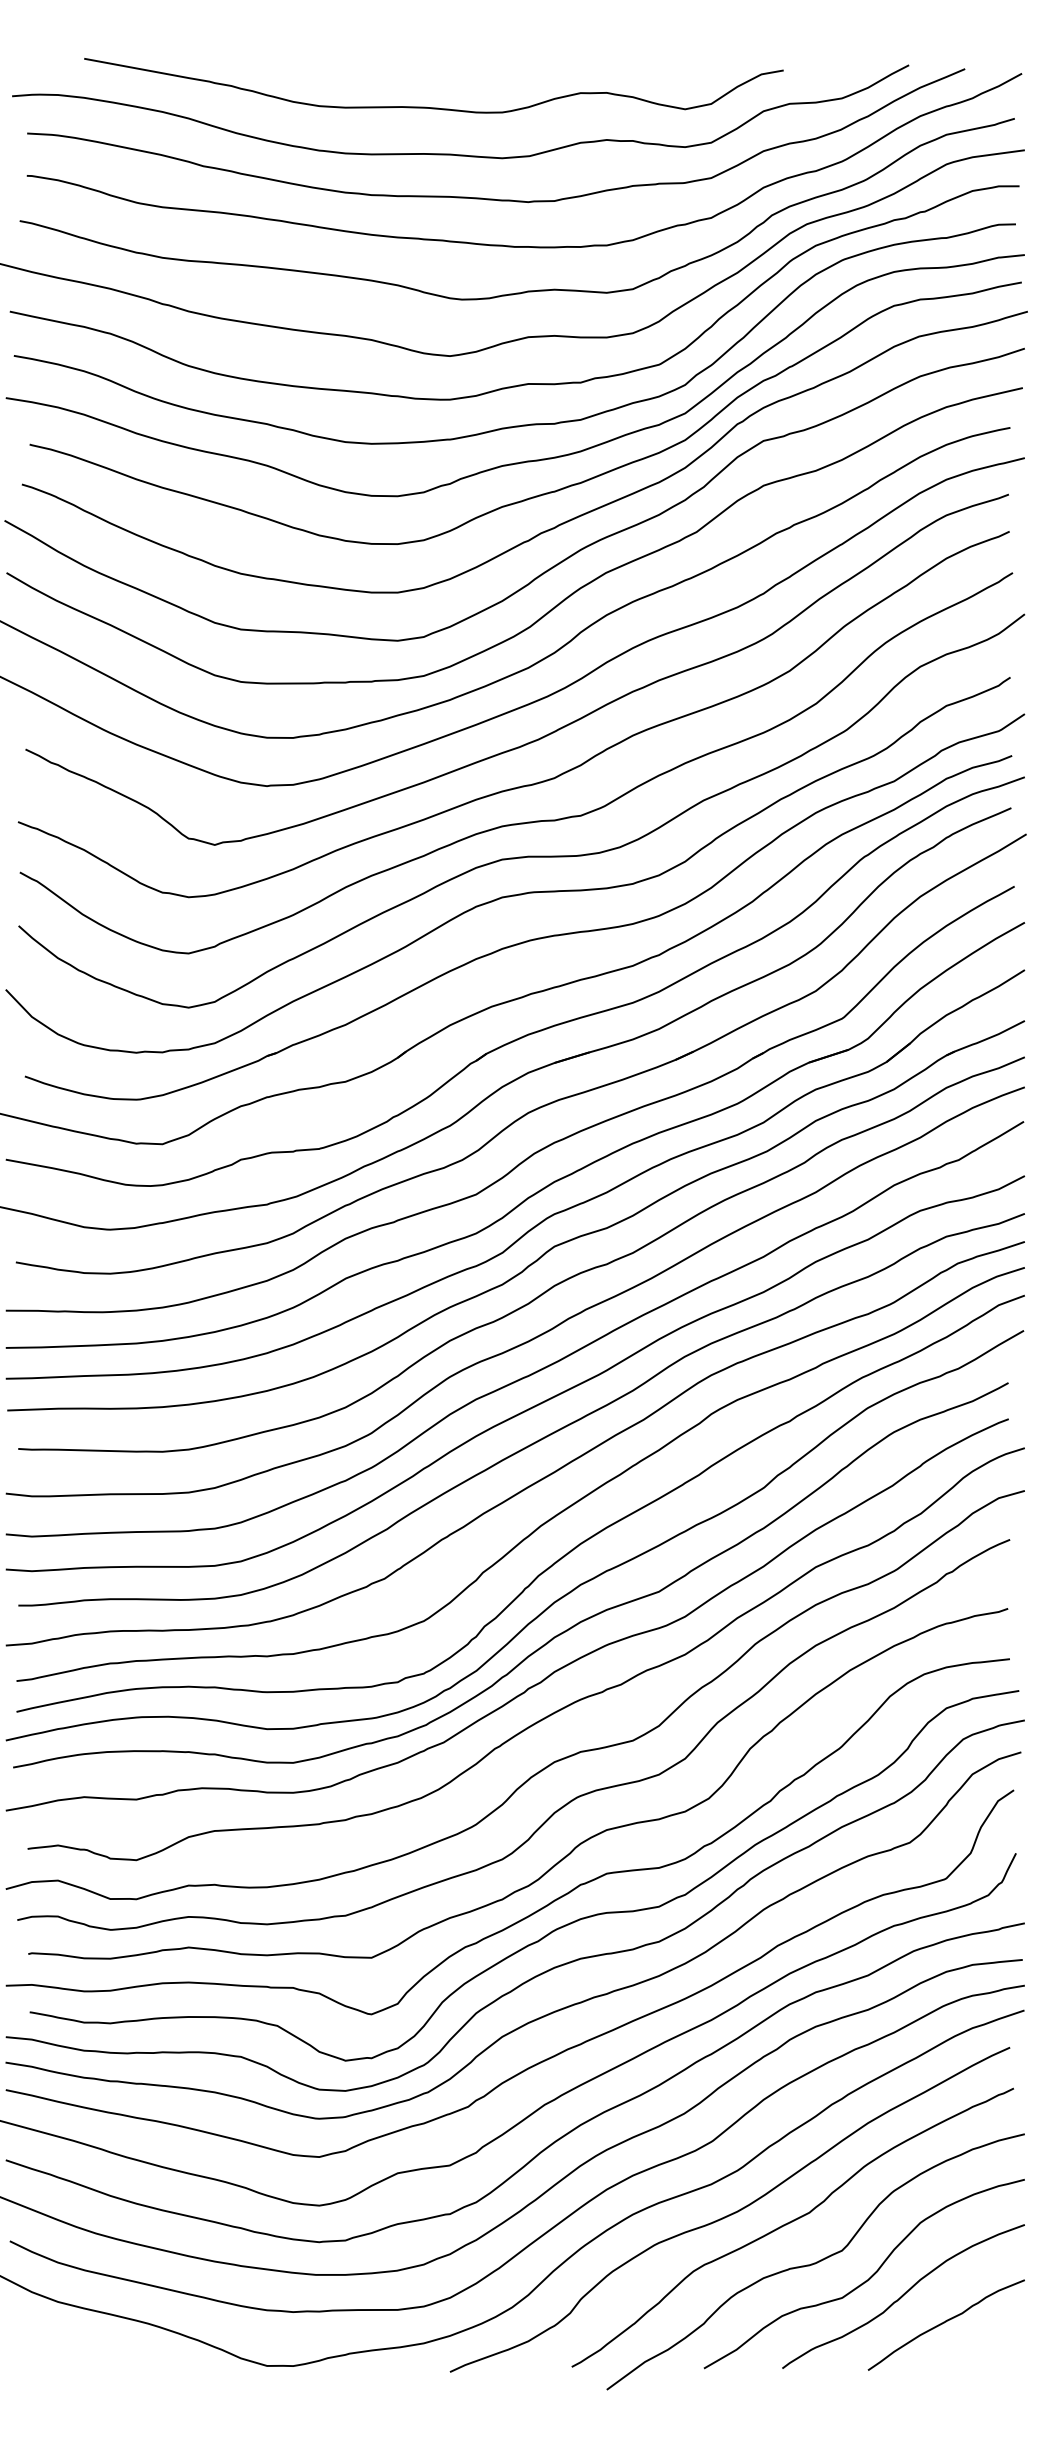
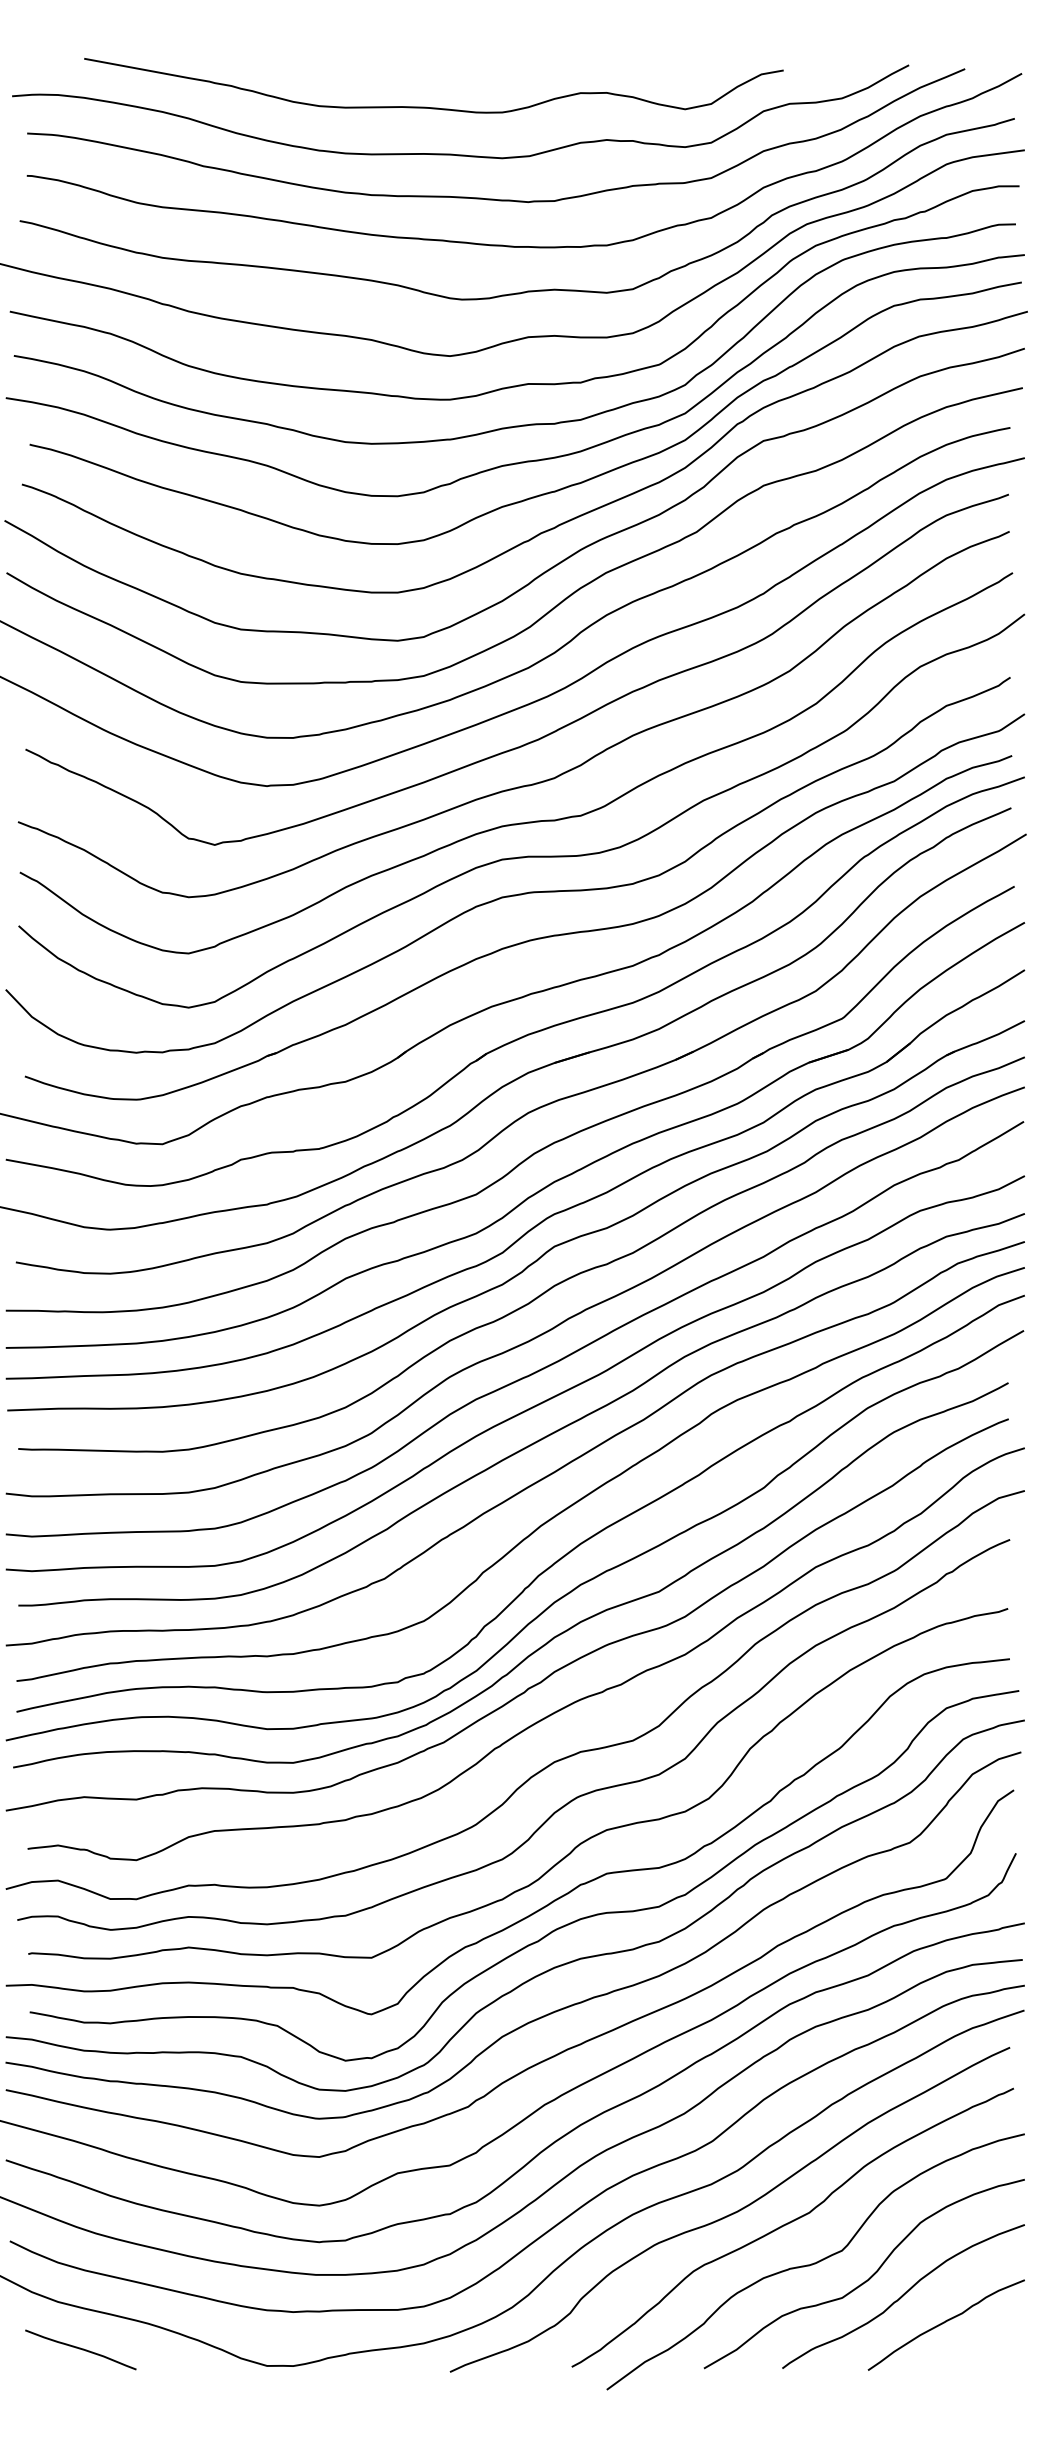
curve at (80, 2349): none -> present
